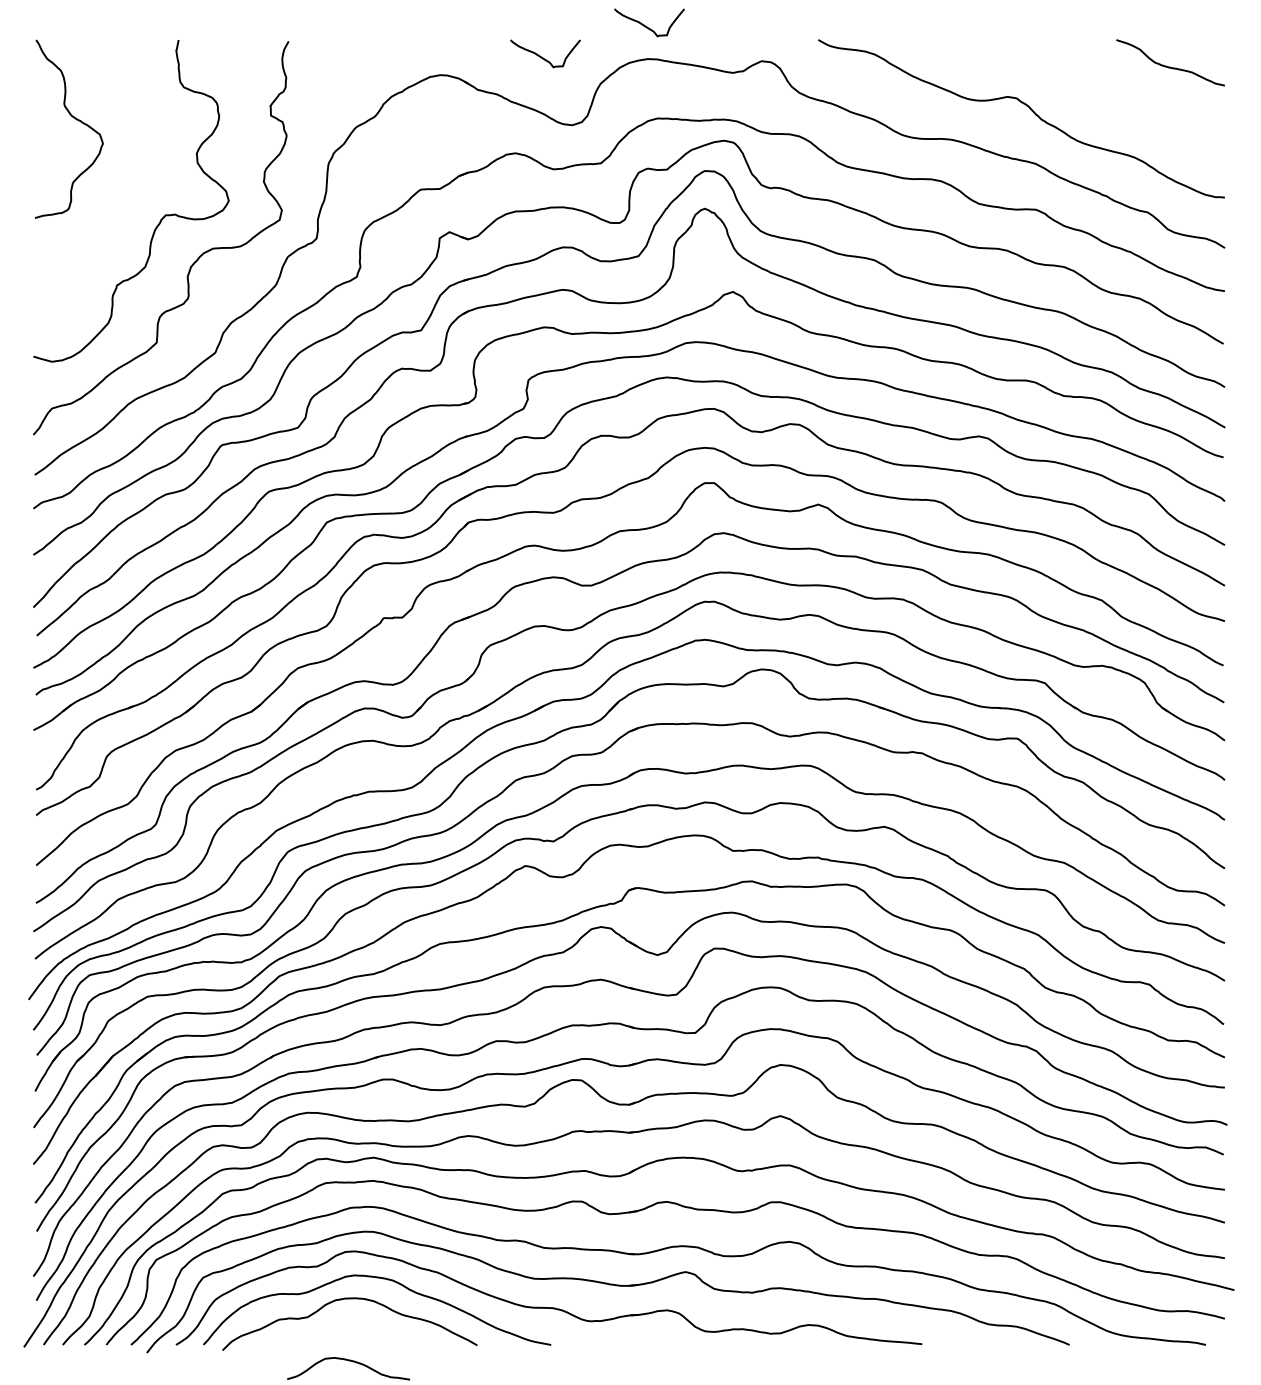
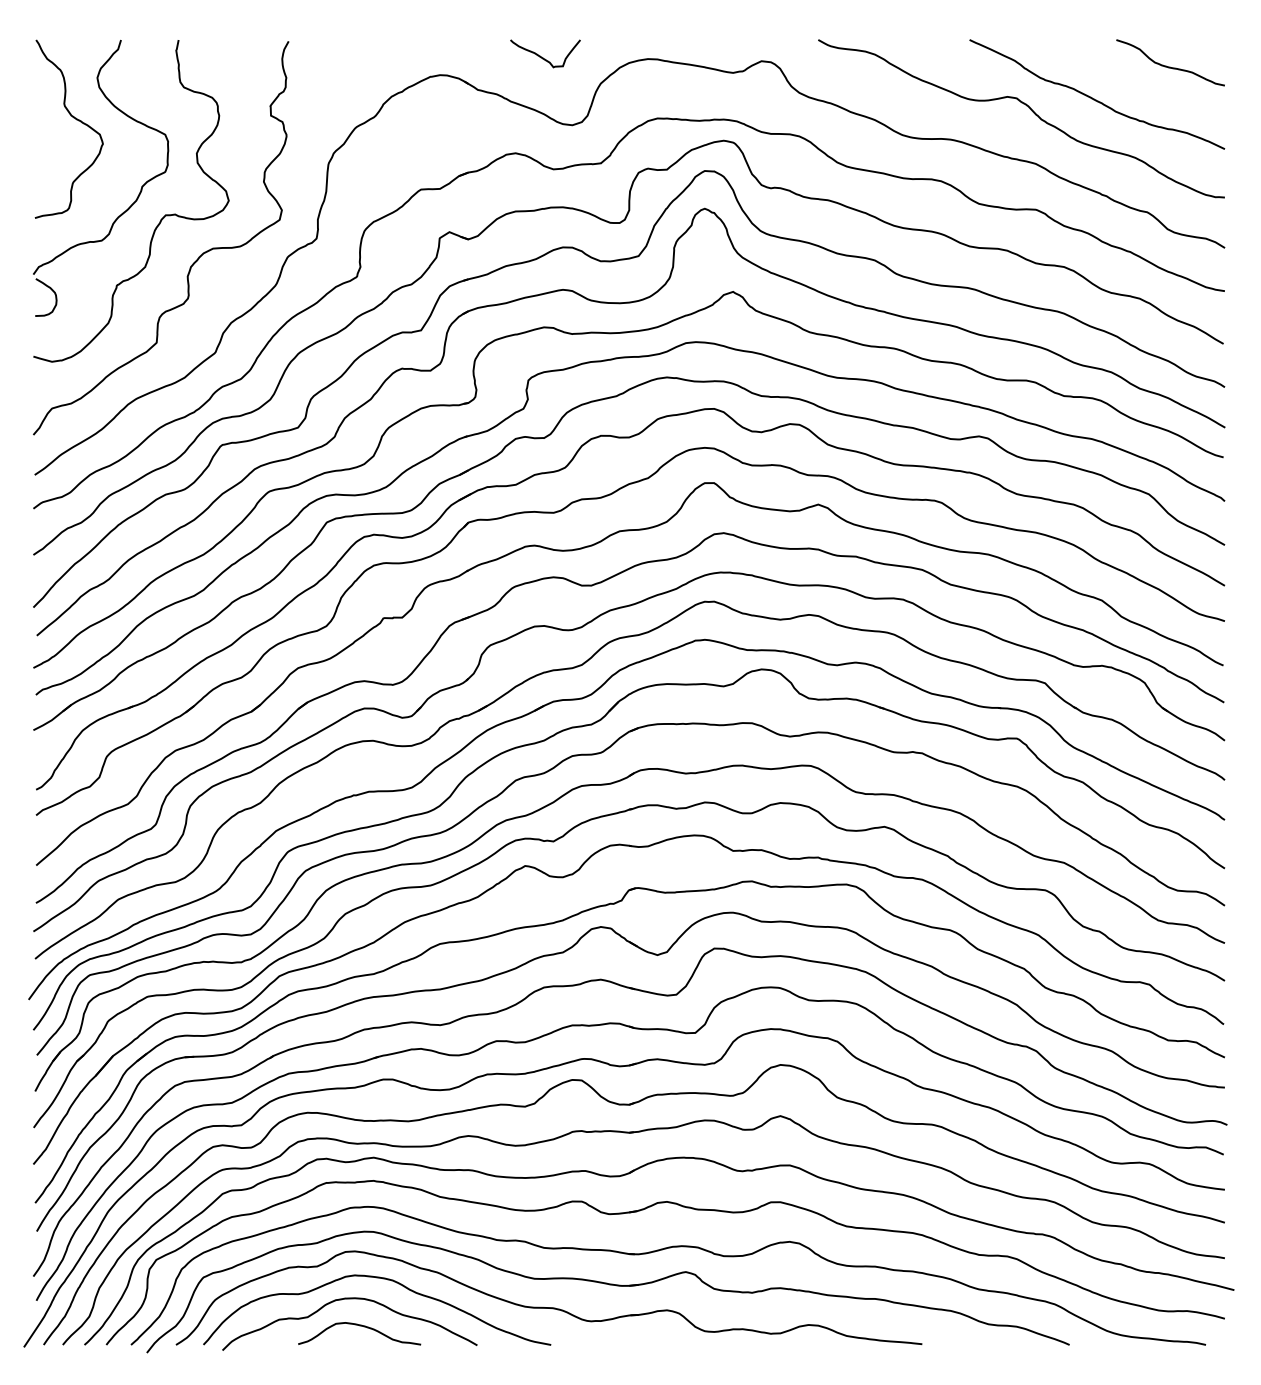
curve at (647, 26): present -> none
curve at (1094, 98): none -> present
part at (130, 205): none -> present
curve at (348, 1361) position: (348, 1361) -> (359, 1326)
